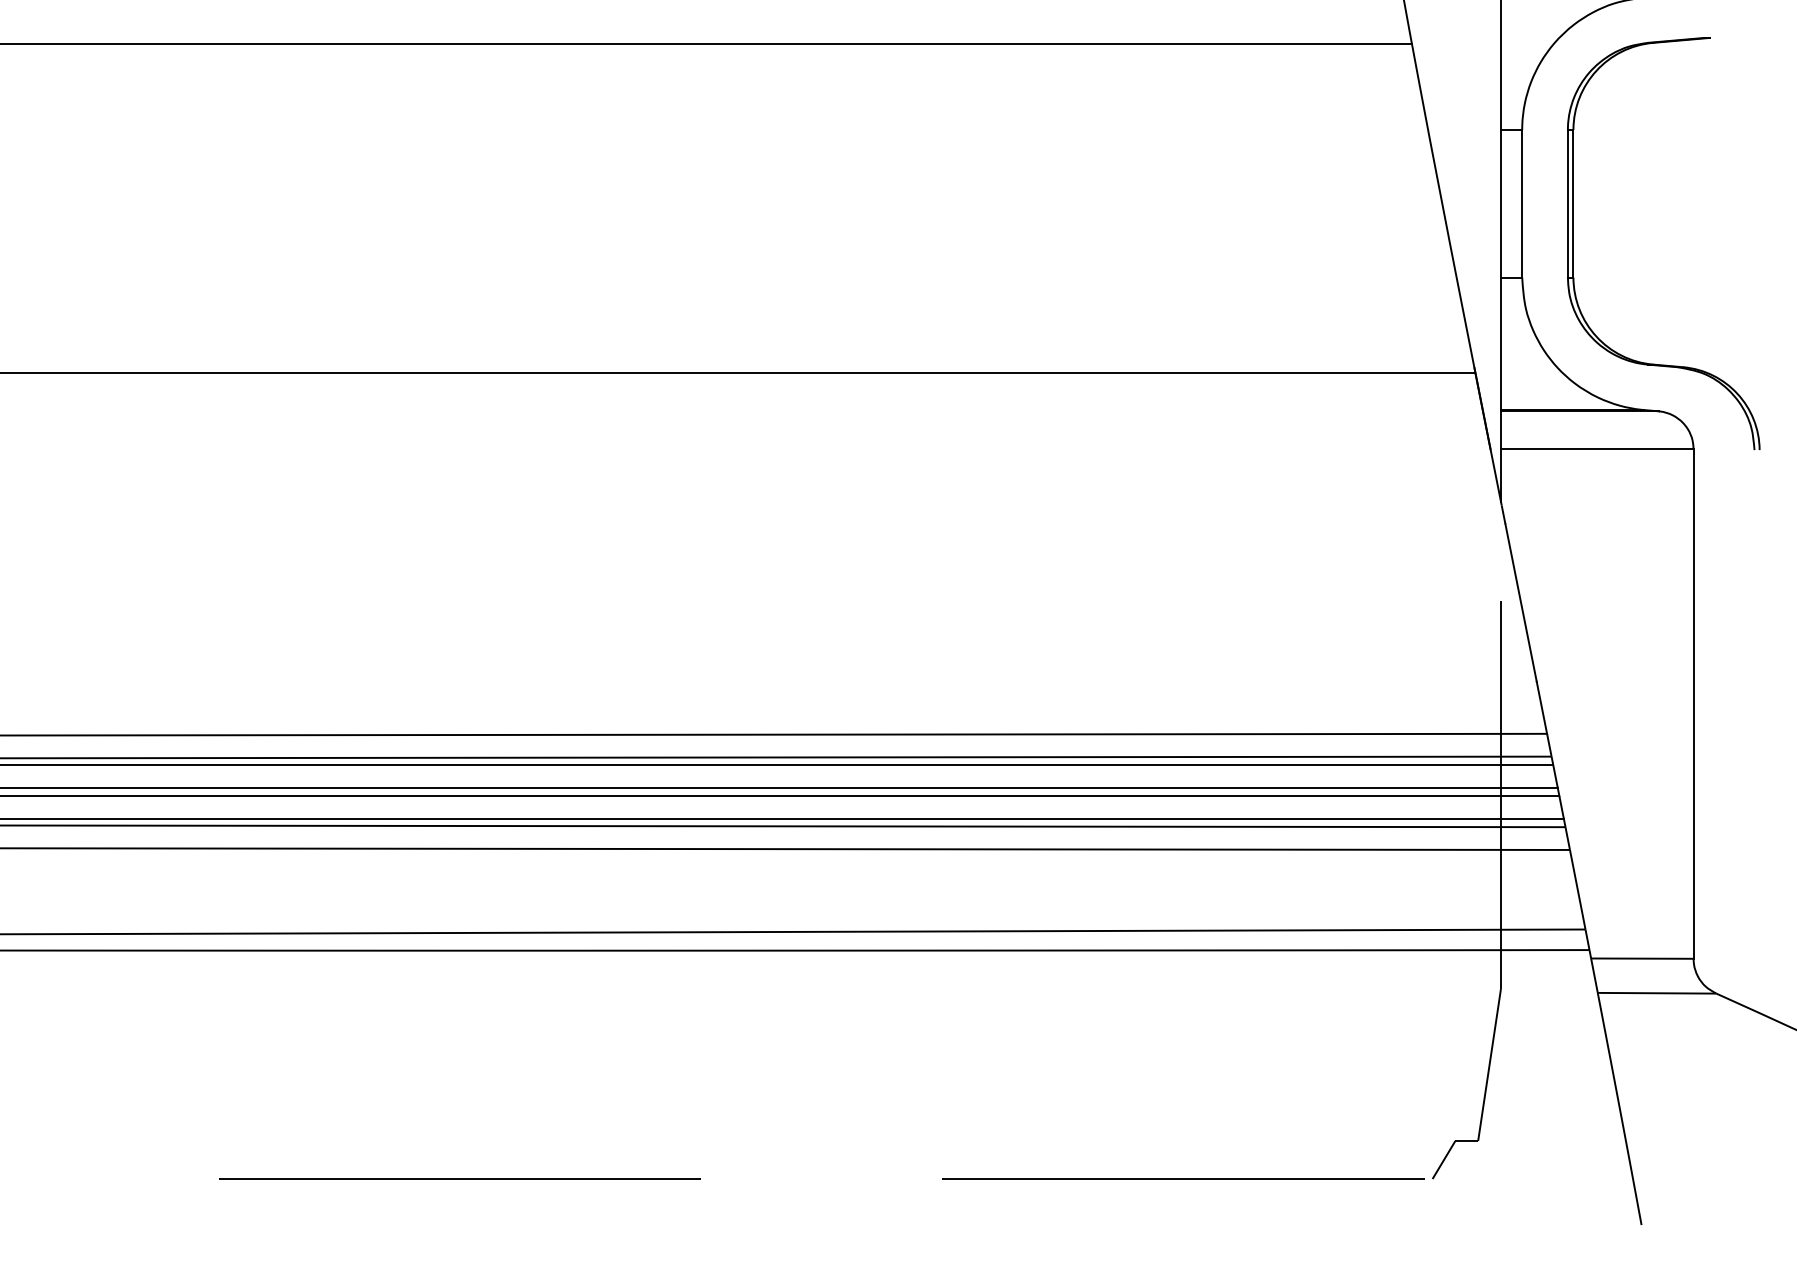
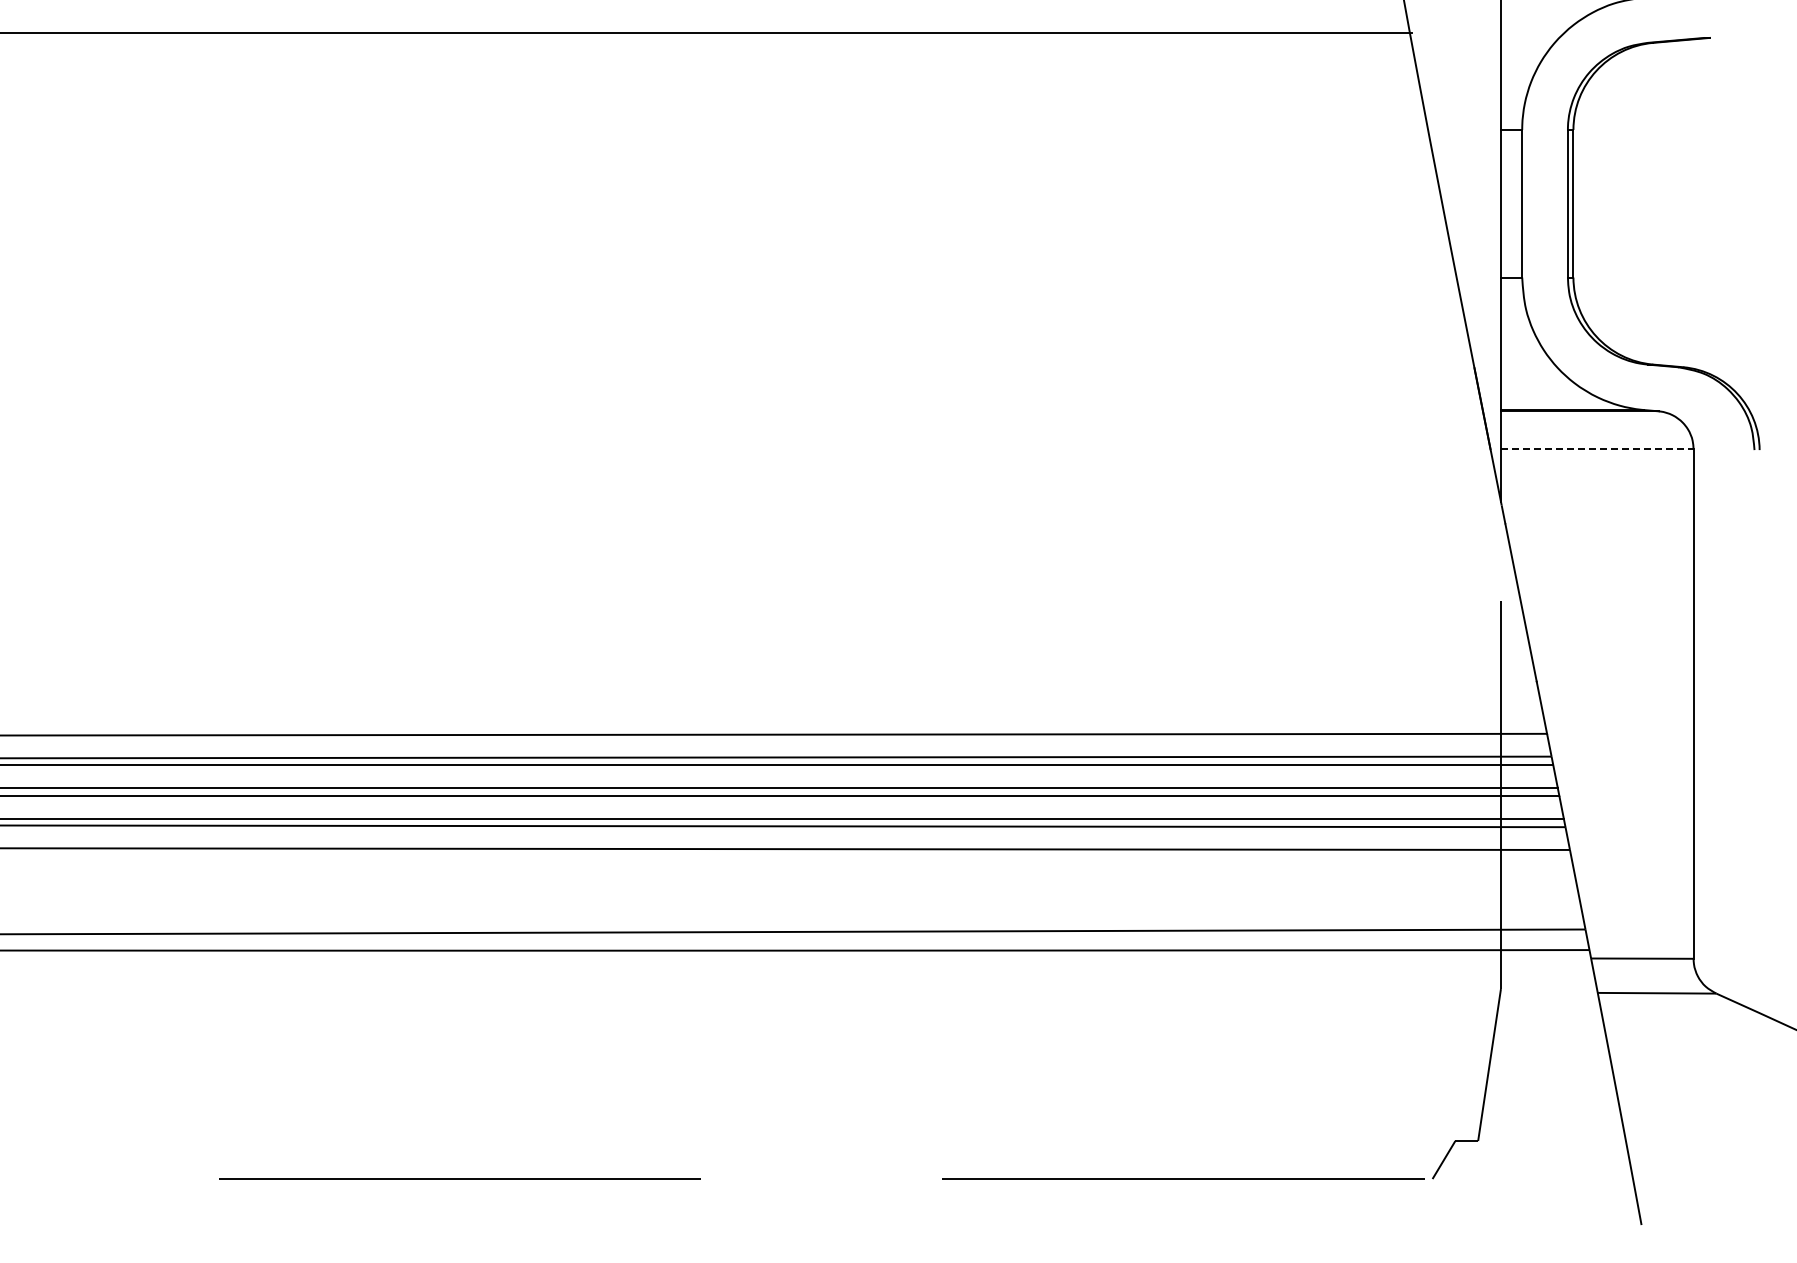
line at (706, 43) position: (706, 43) -> (706, 32)
line at (738, 372): present -> none
line at (1597, 449): solid -> dashed
